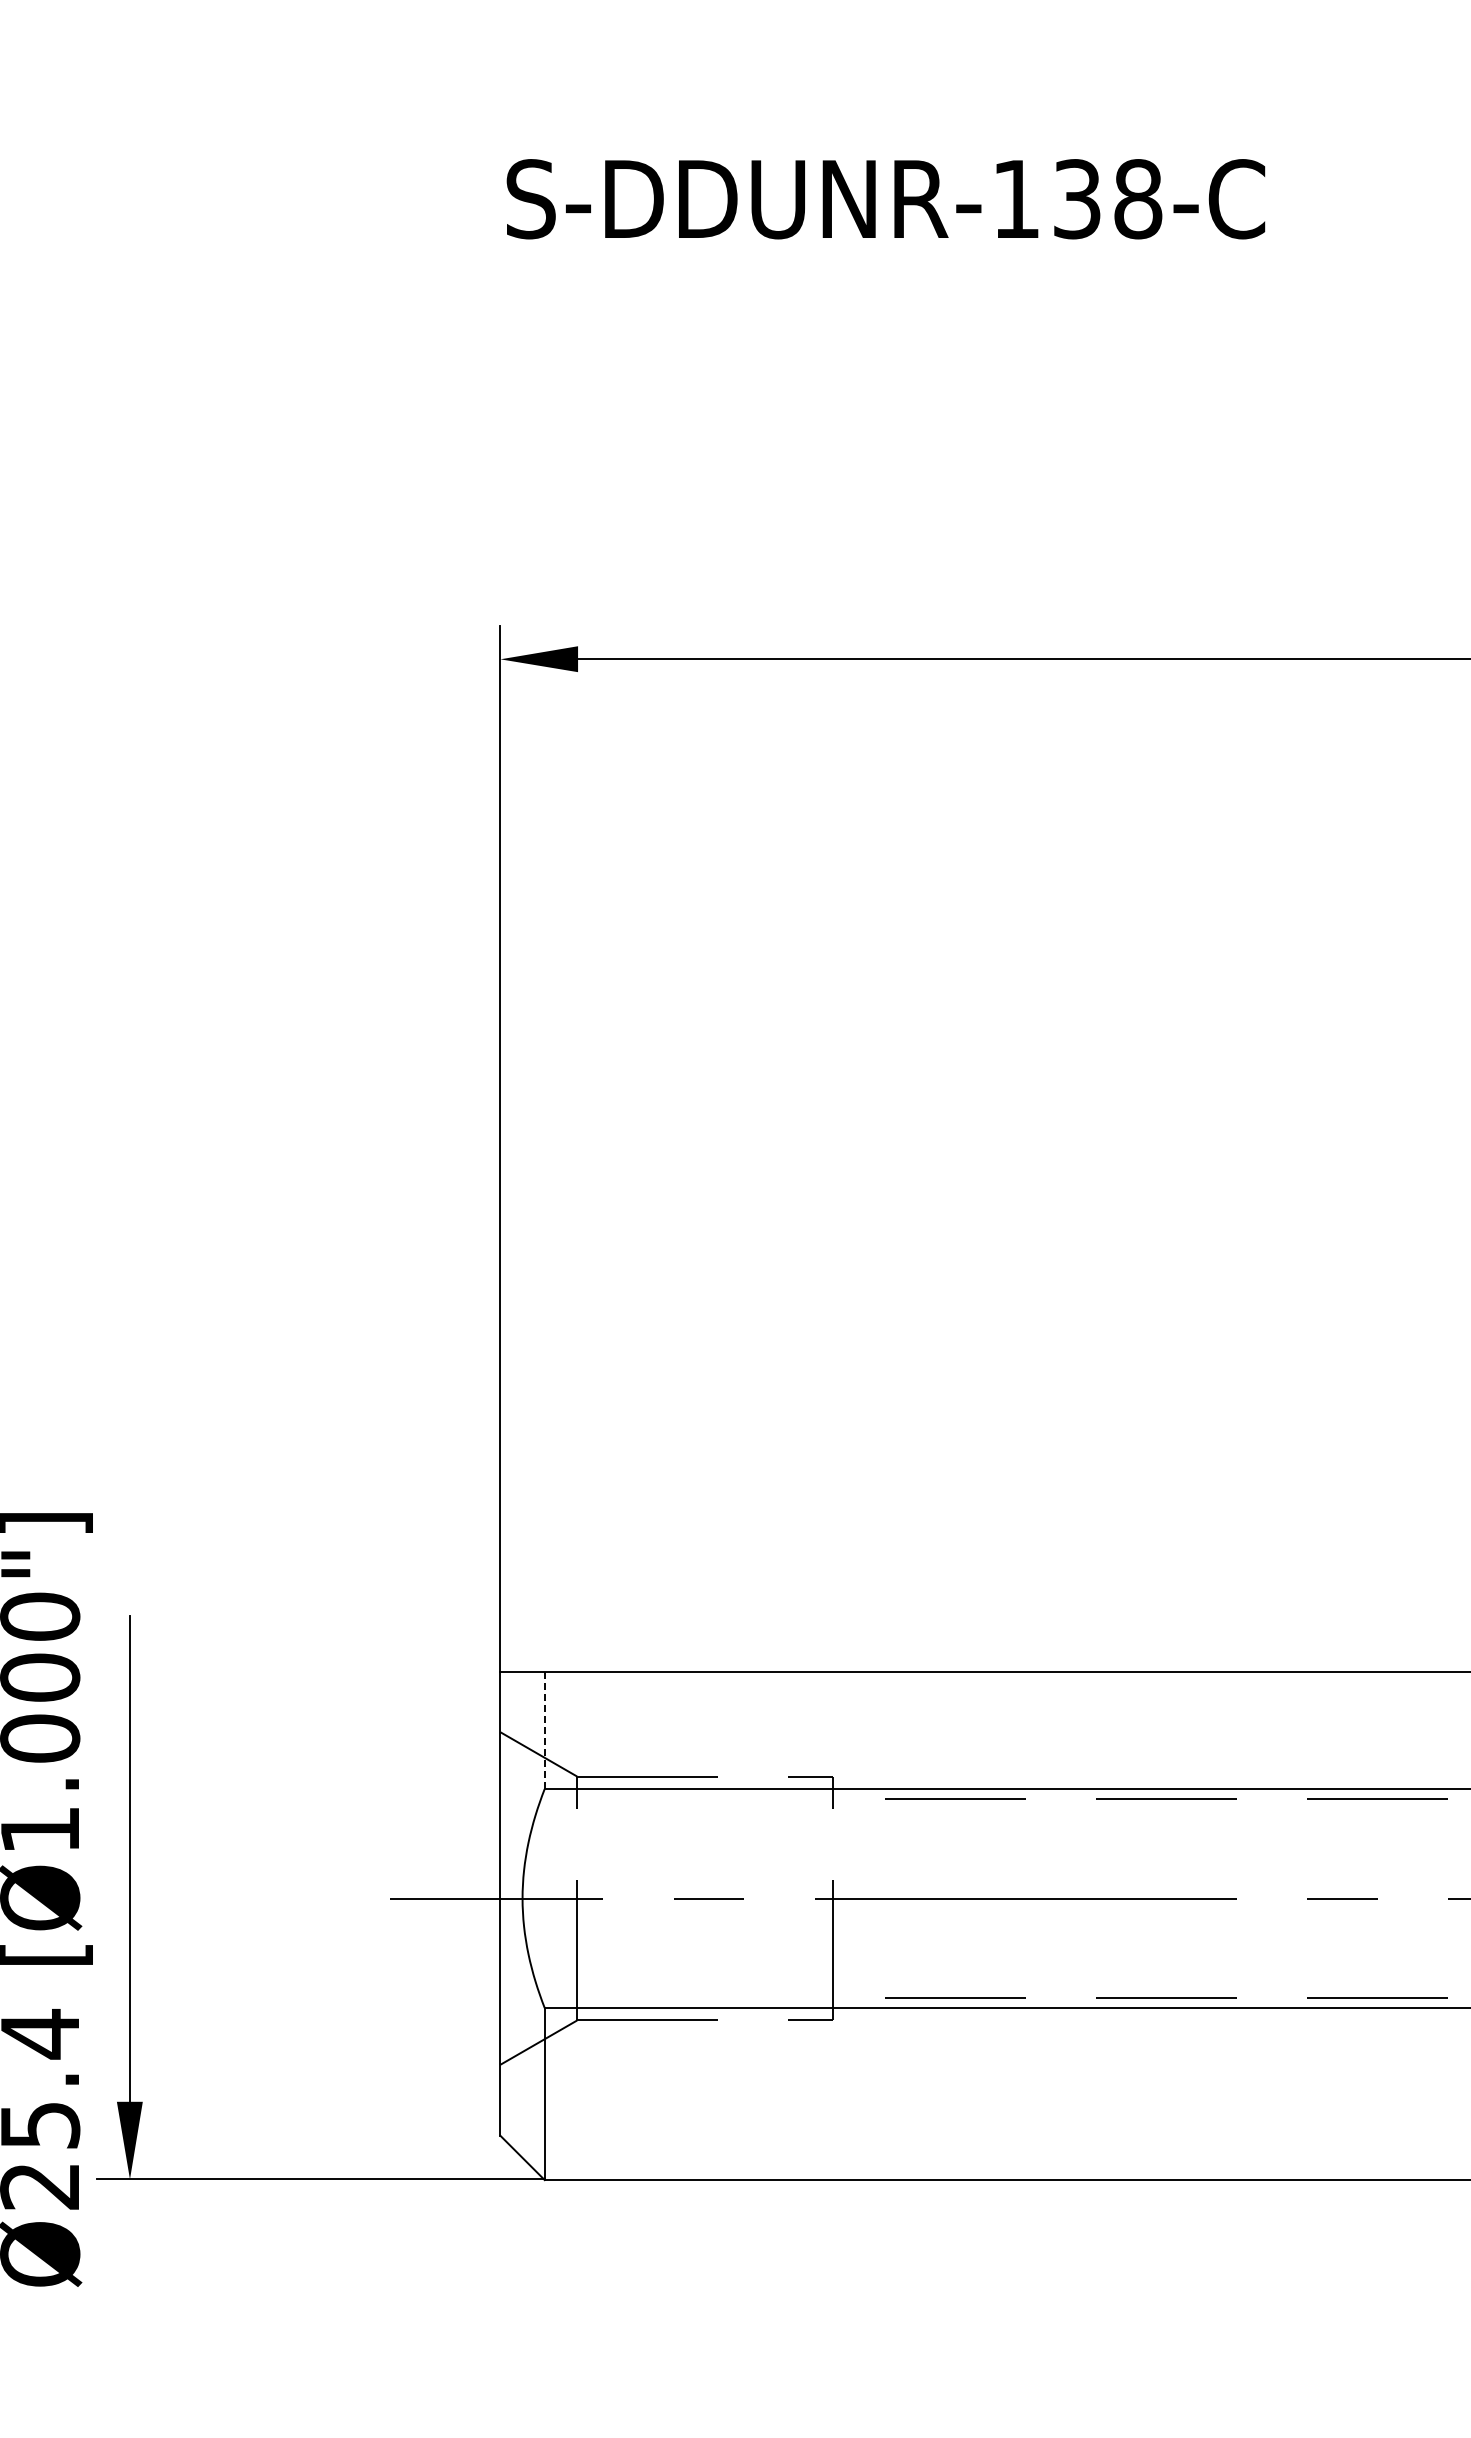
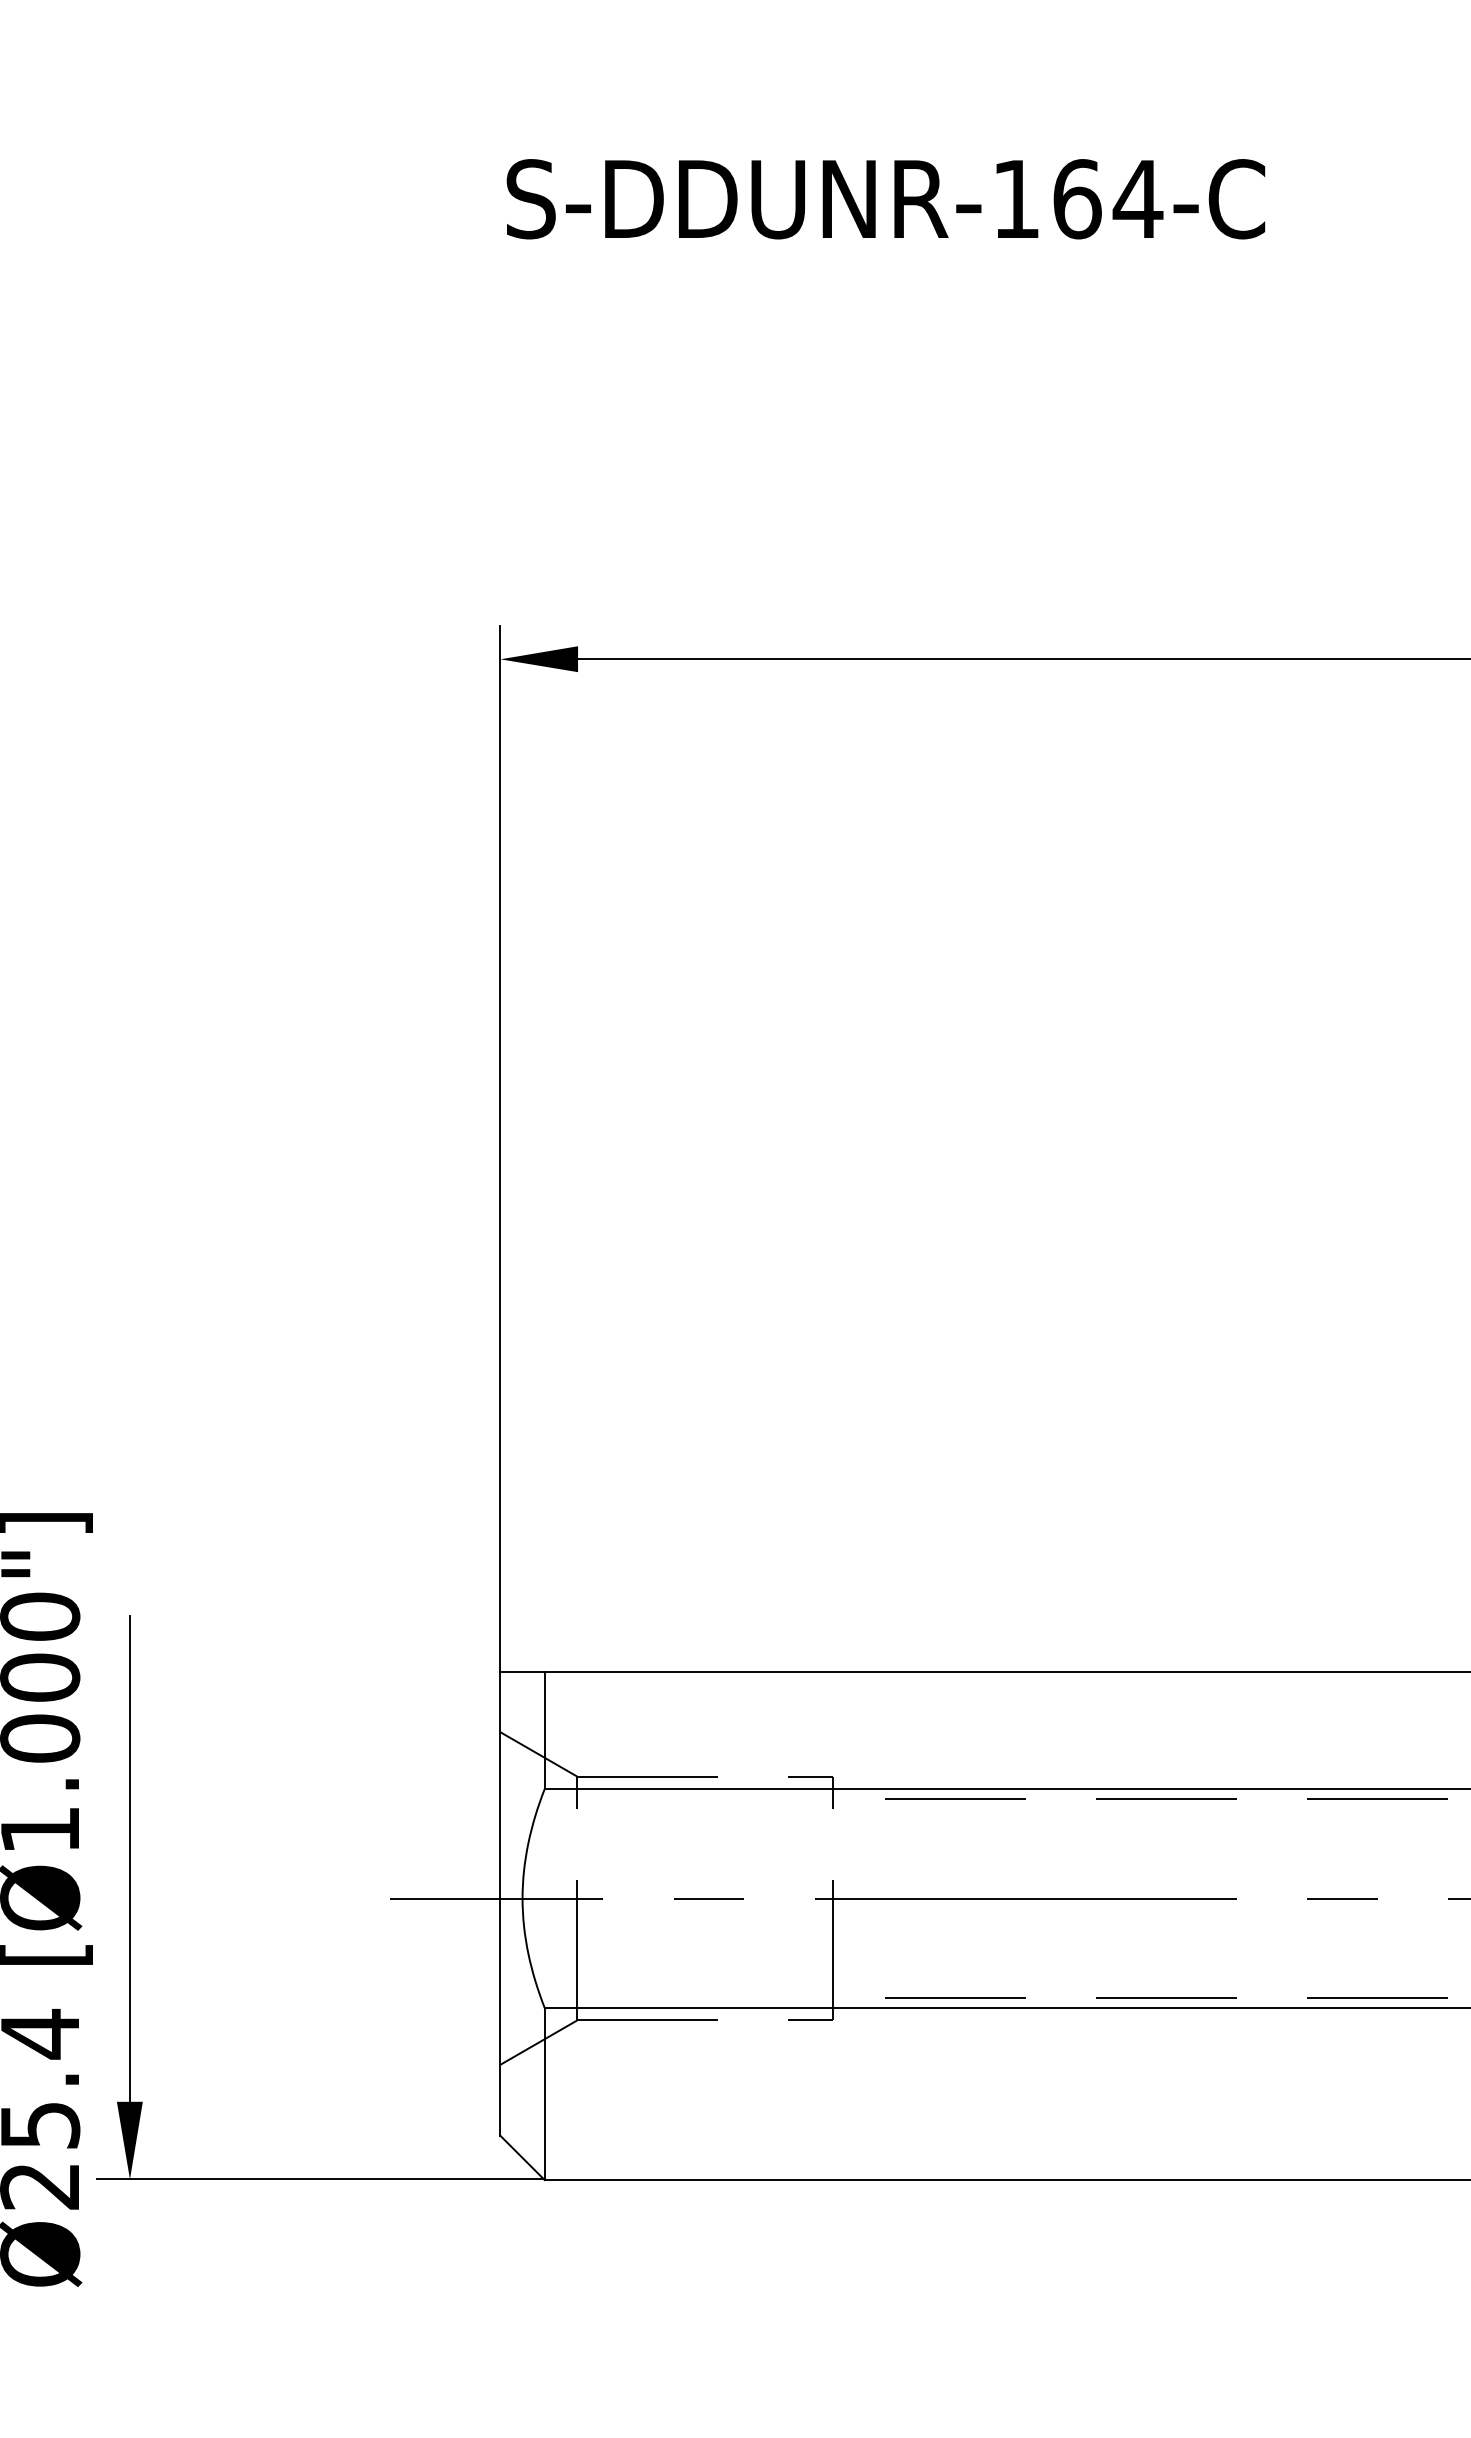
text at (1108, 199): S-DDUNR-138-C -> S-DDUNR-164-C
line at (544, 1730): dashed -> solid
